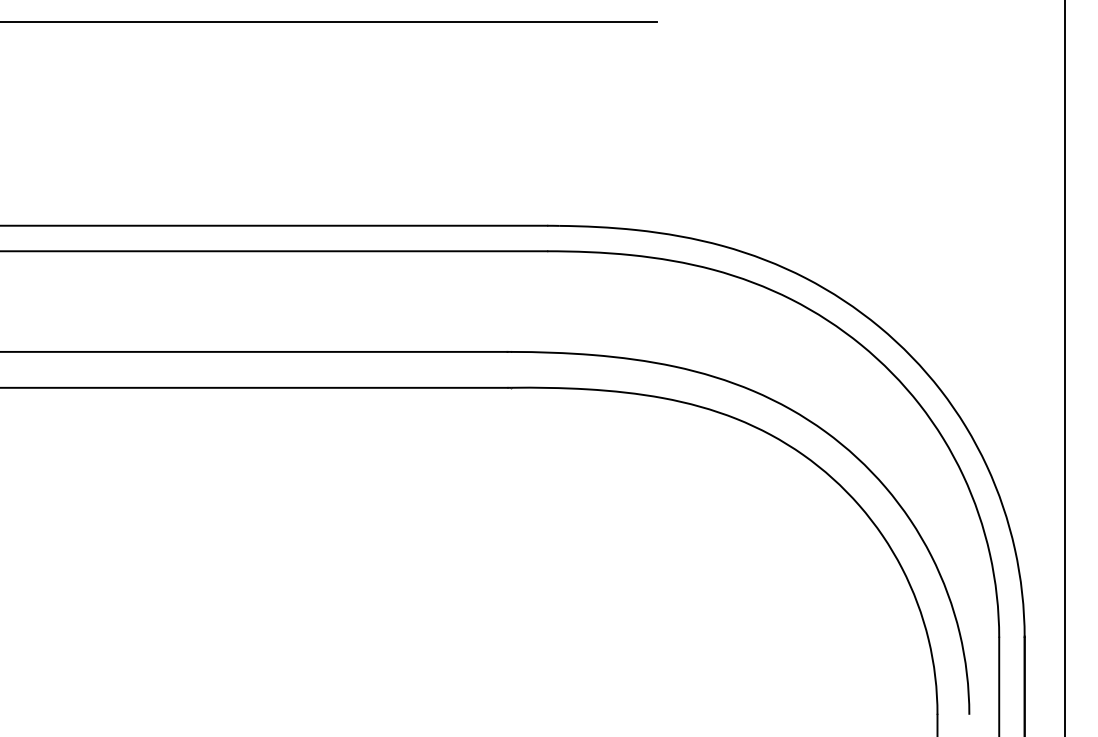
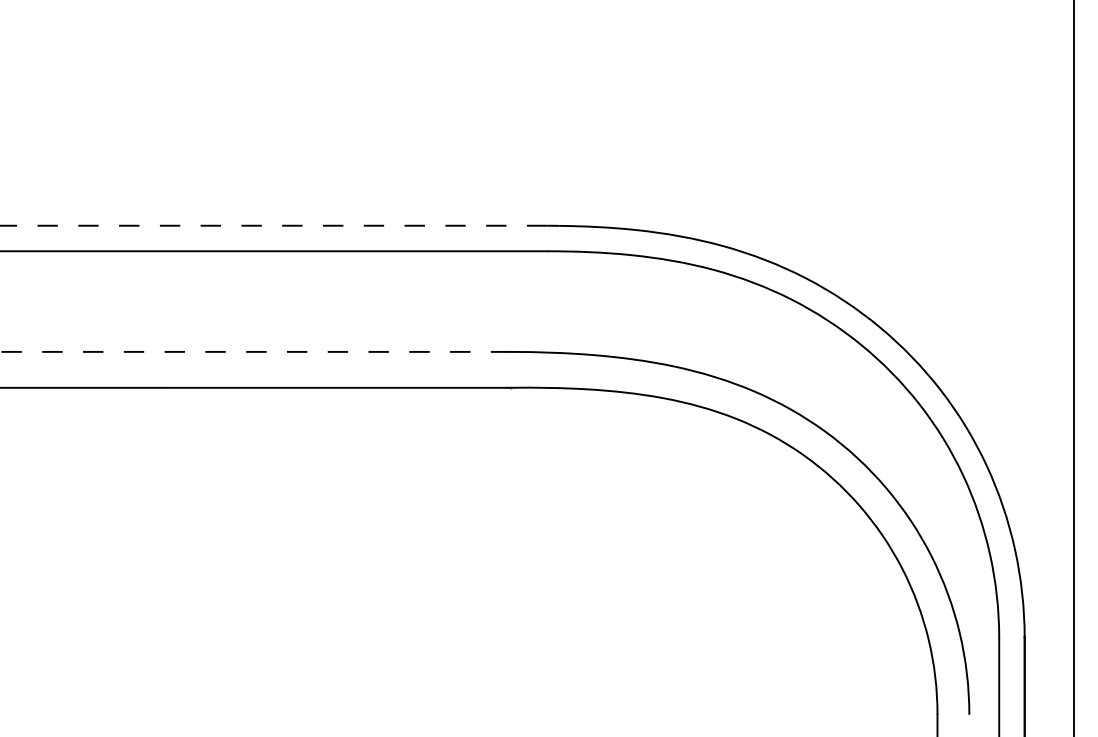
line at (329, 22): present -> none
line at (273, 225): solid -> dashed
line at (254, 351): solid -> dashed
line at (1065, 367) position: (1065, 367) -> (1074, 367)
